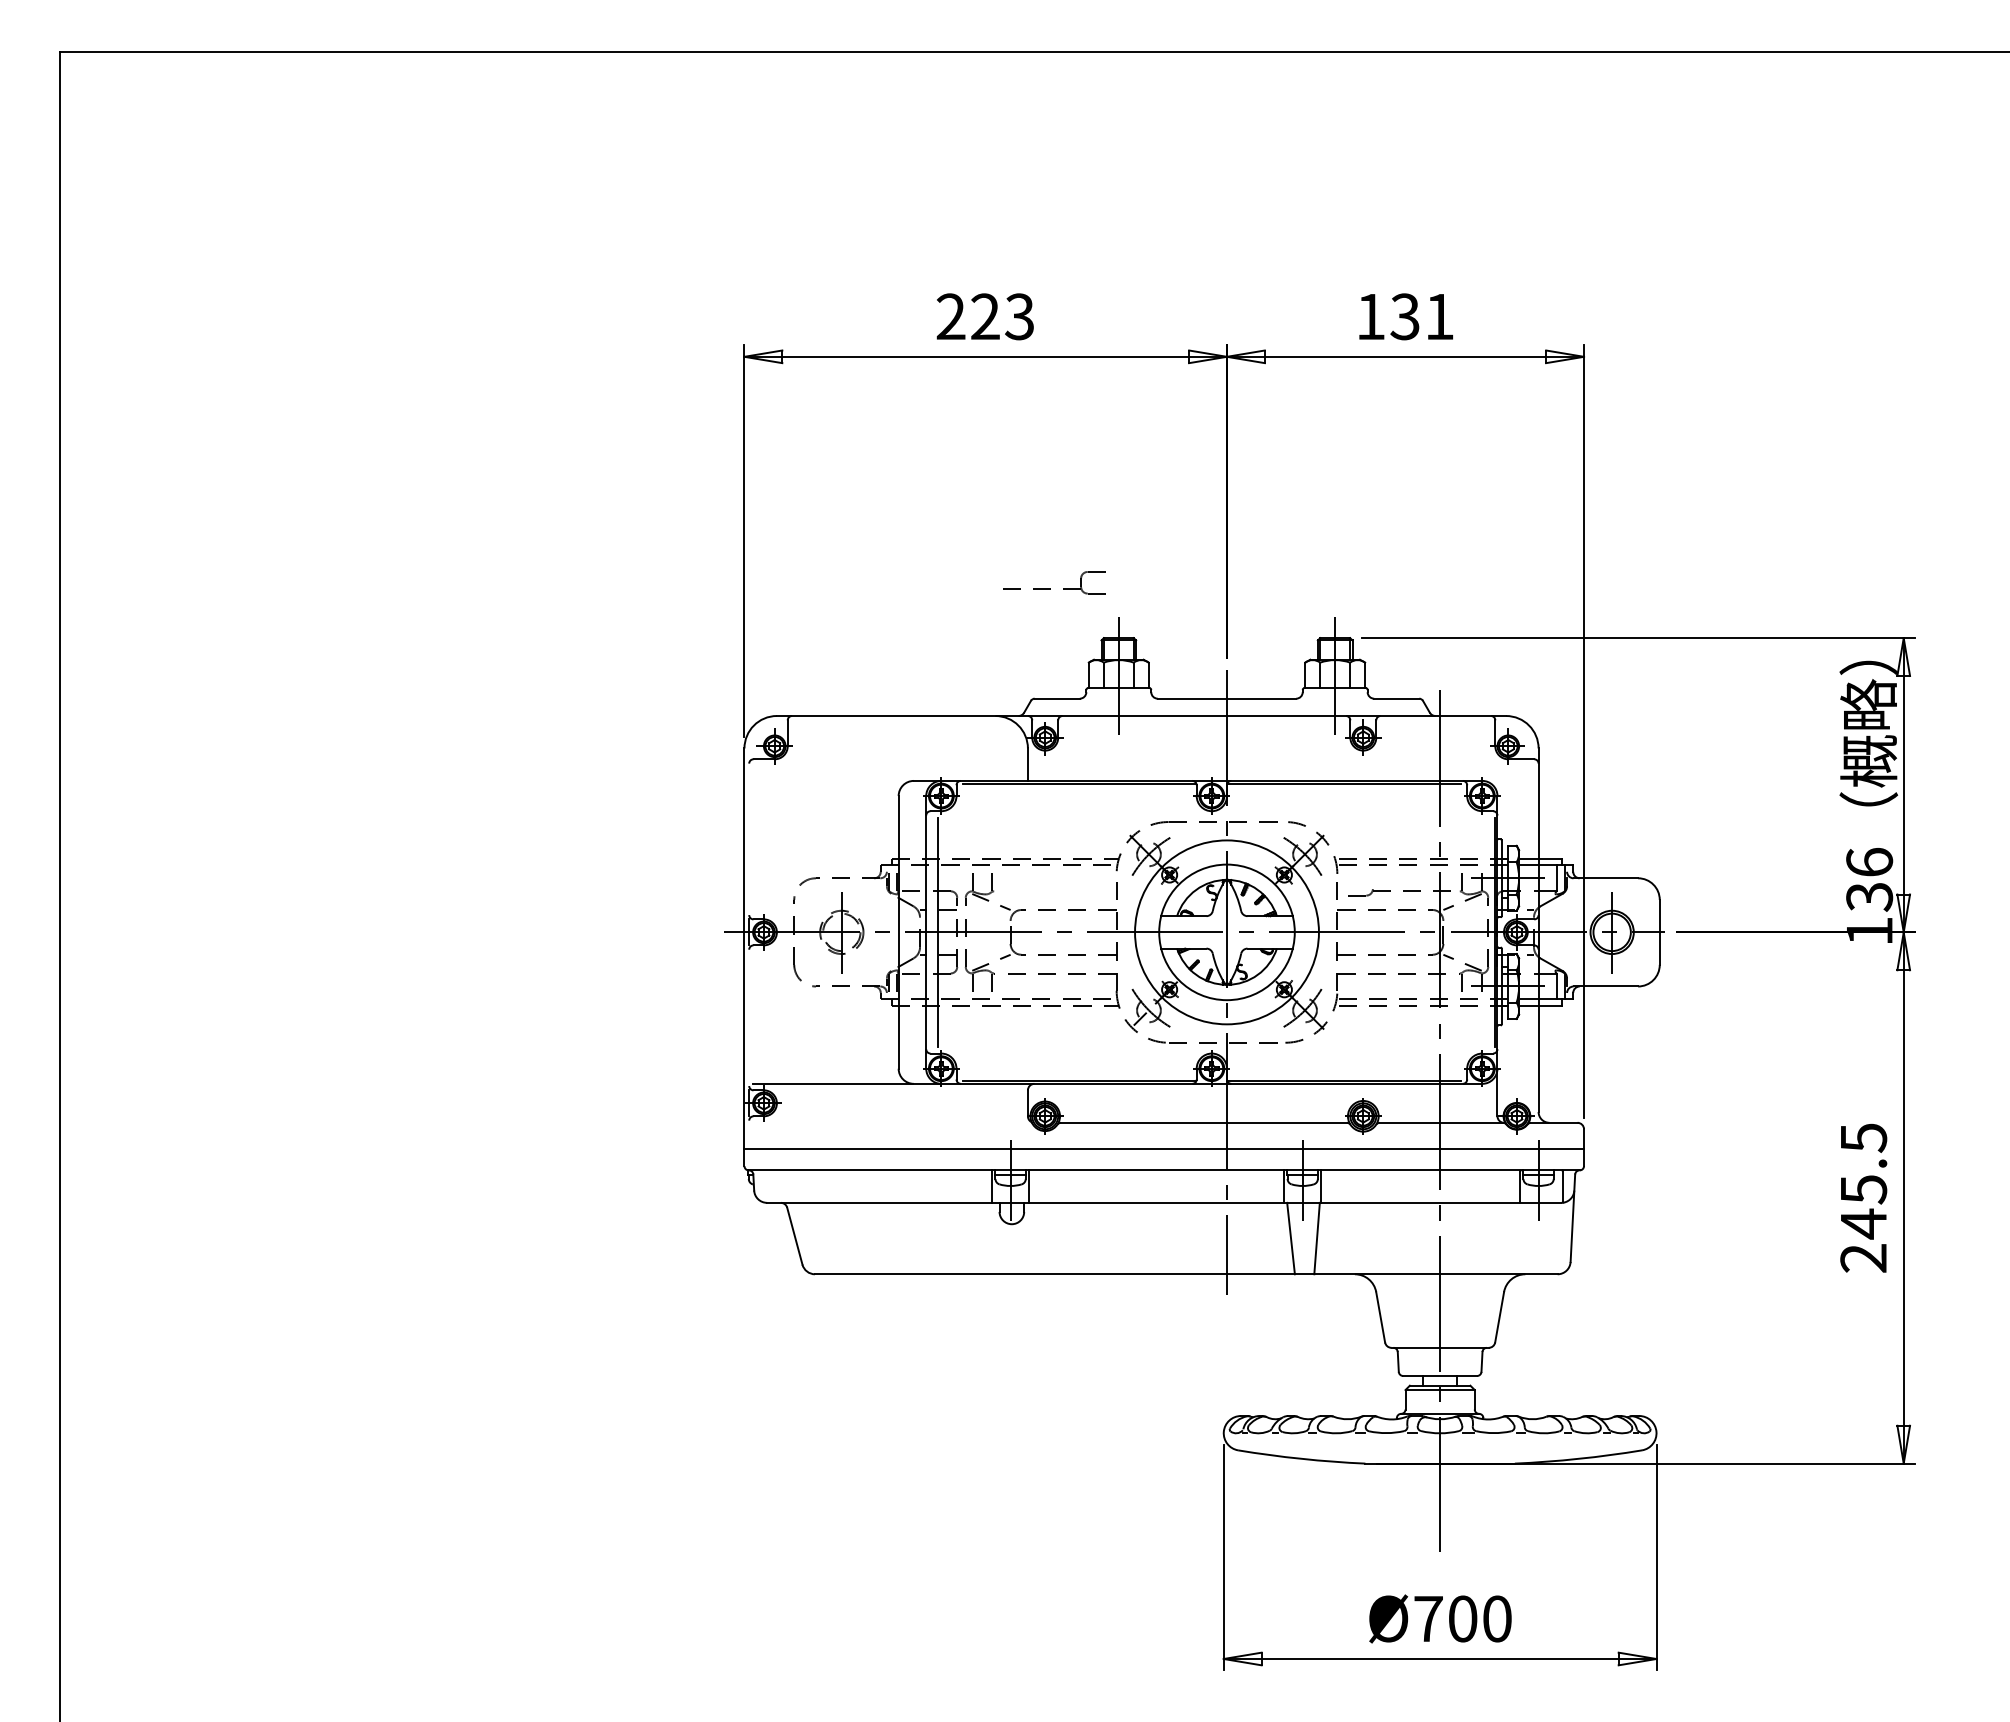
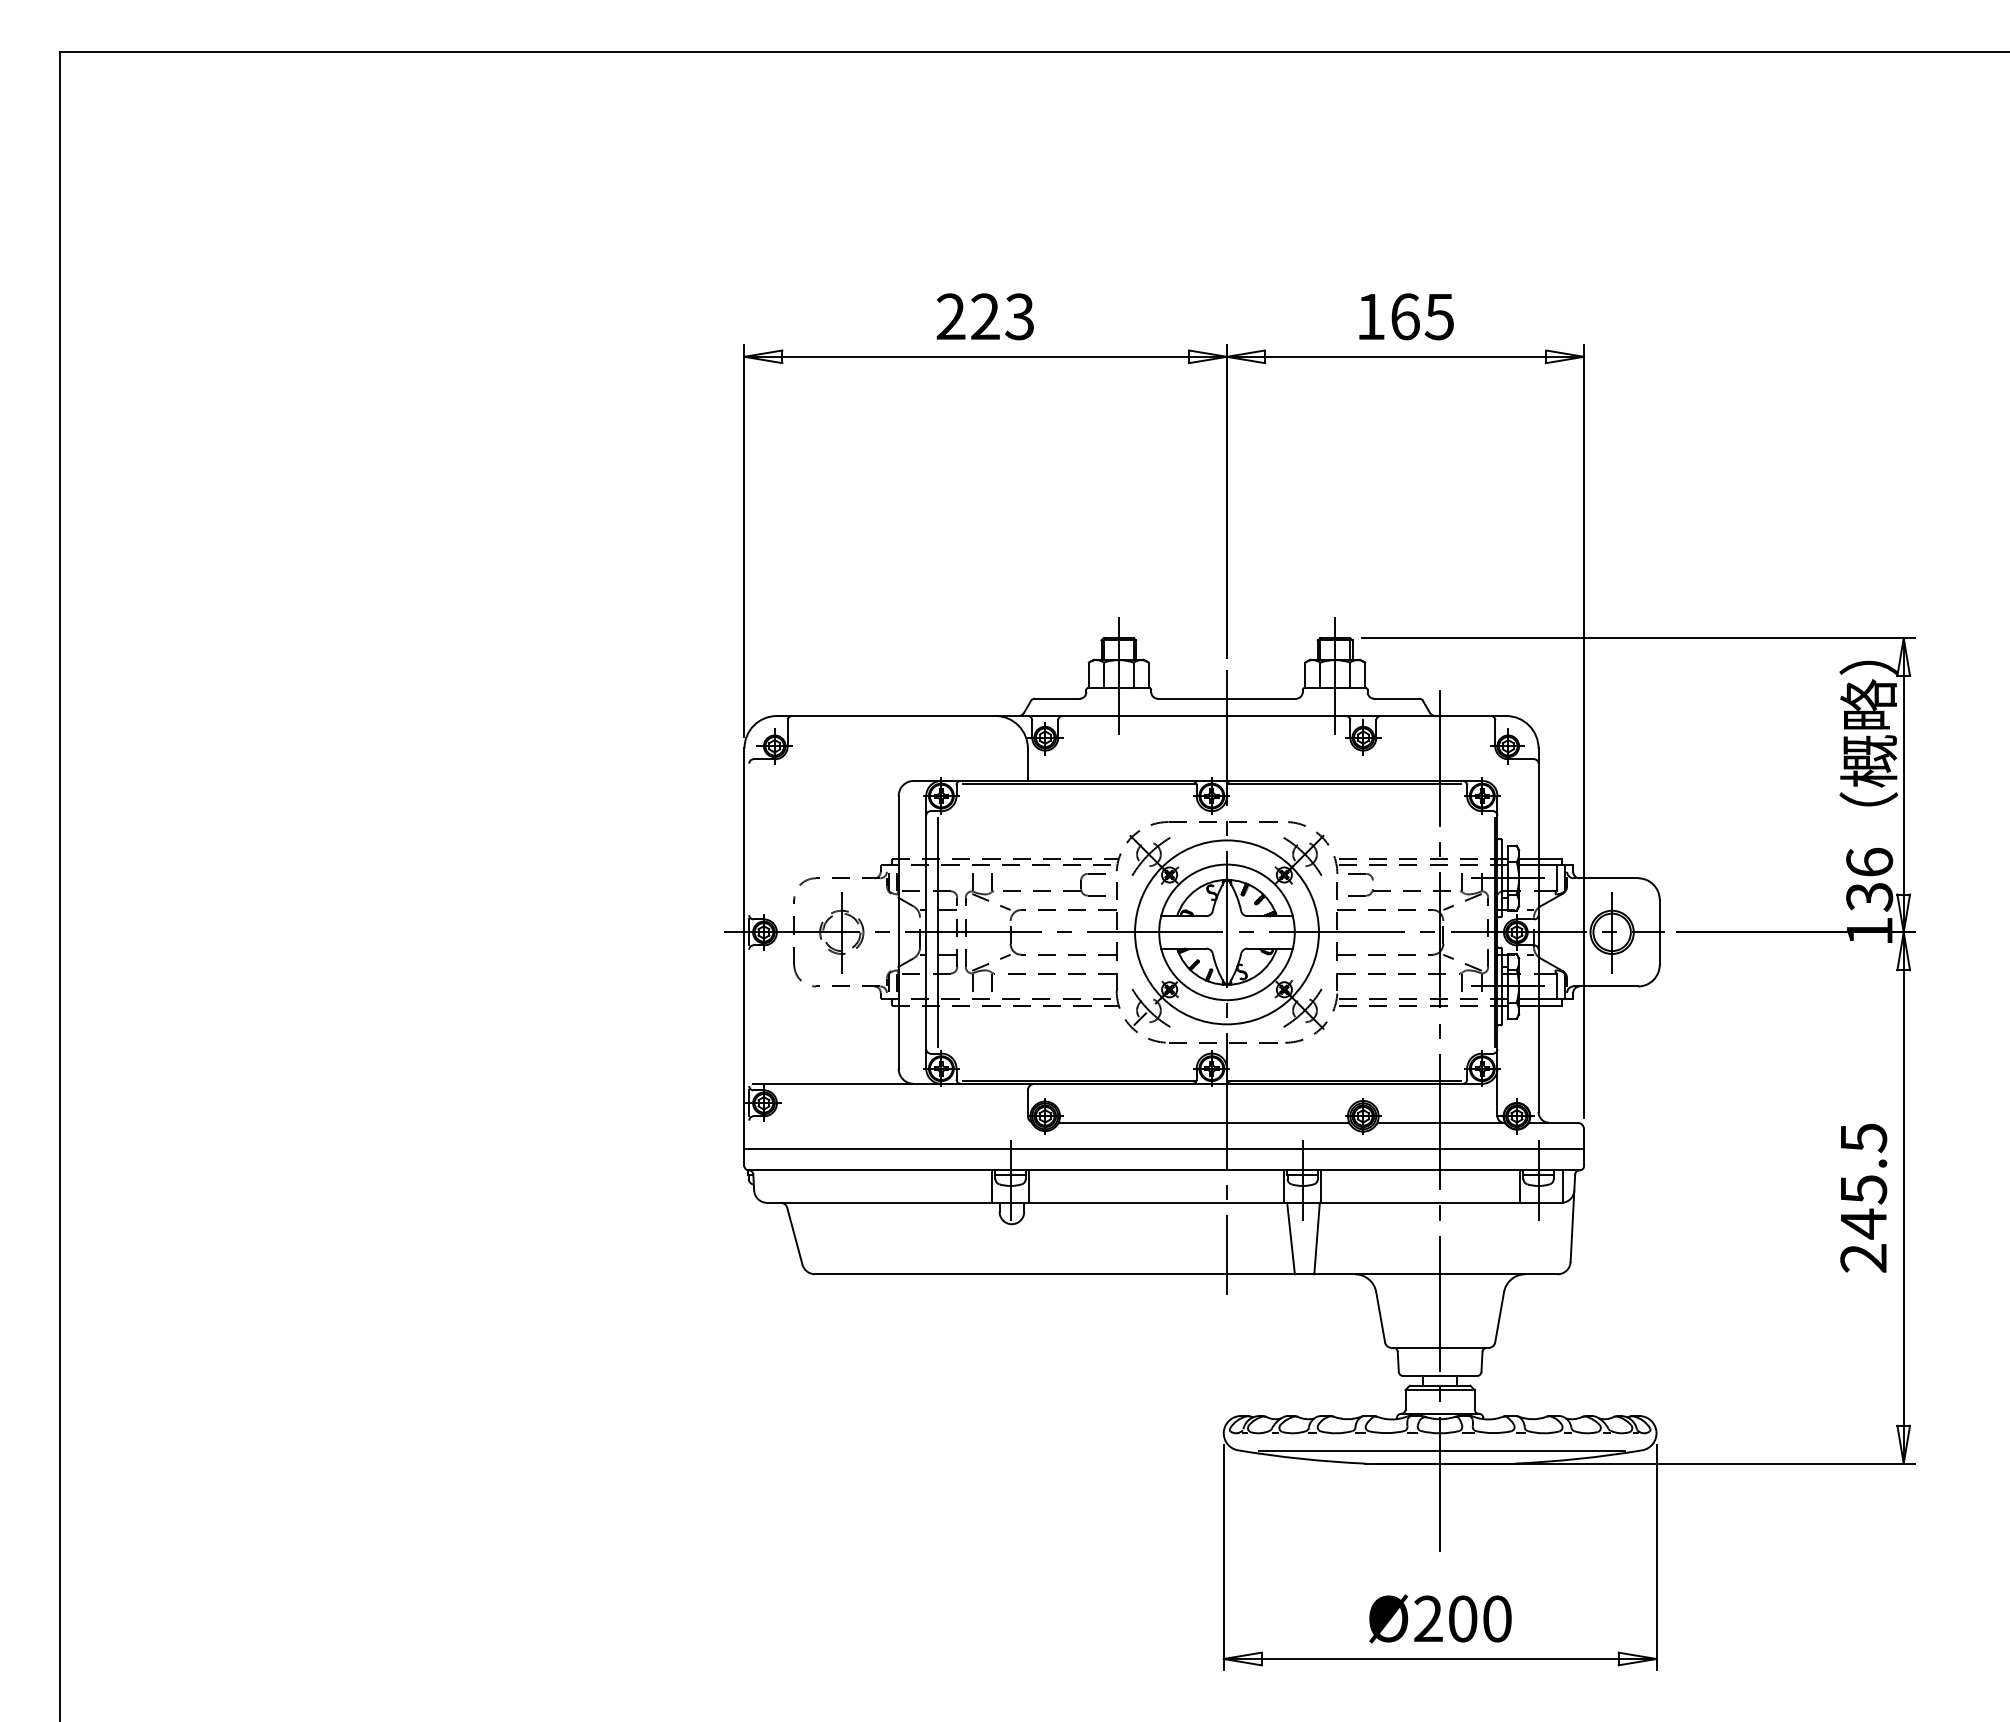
text at (1421, 316): 131 -> 165
part at (1050, 588) position: (1050, 588) -> (1050, 890)
part at (1360, 876): none -> present
line at (1441, 1450): none -> present
text at (1428, 1618): Ø700 -> Ø200
